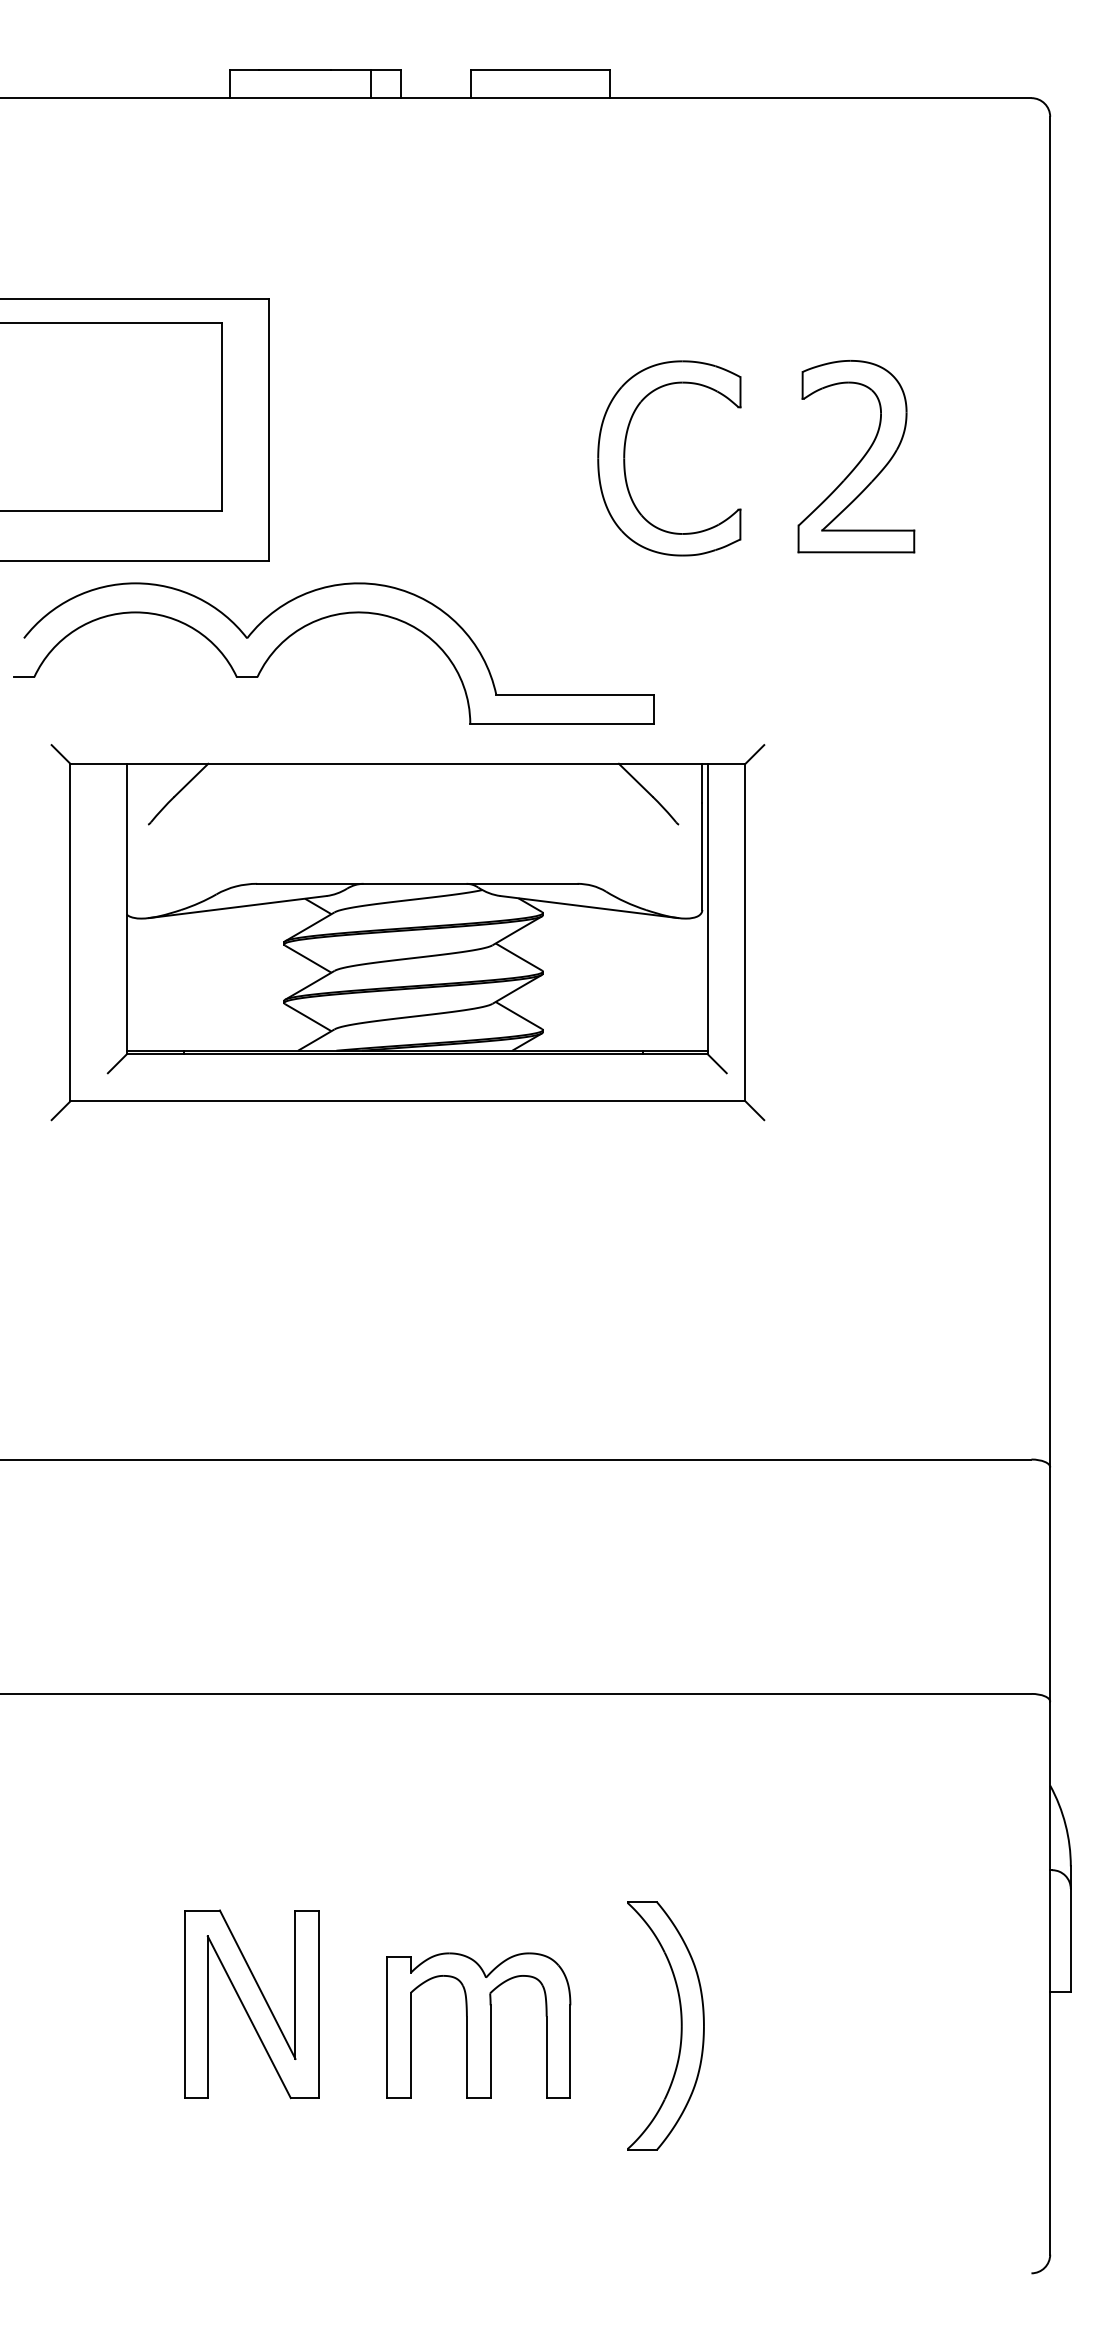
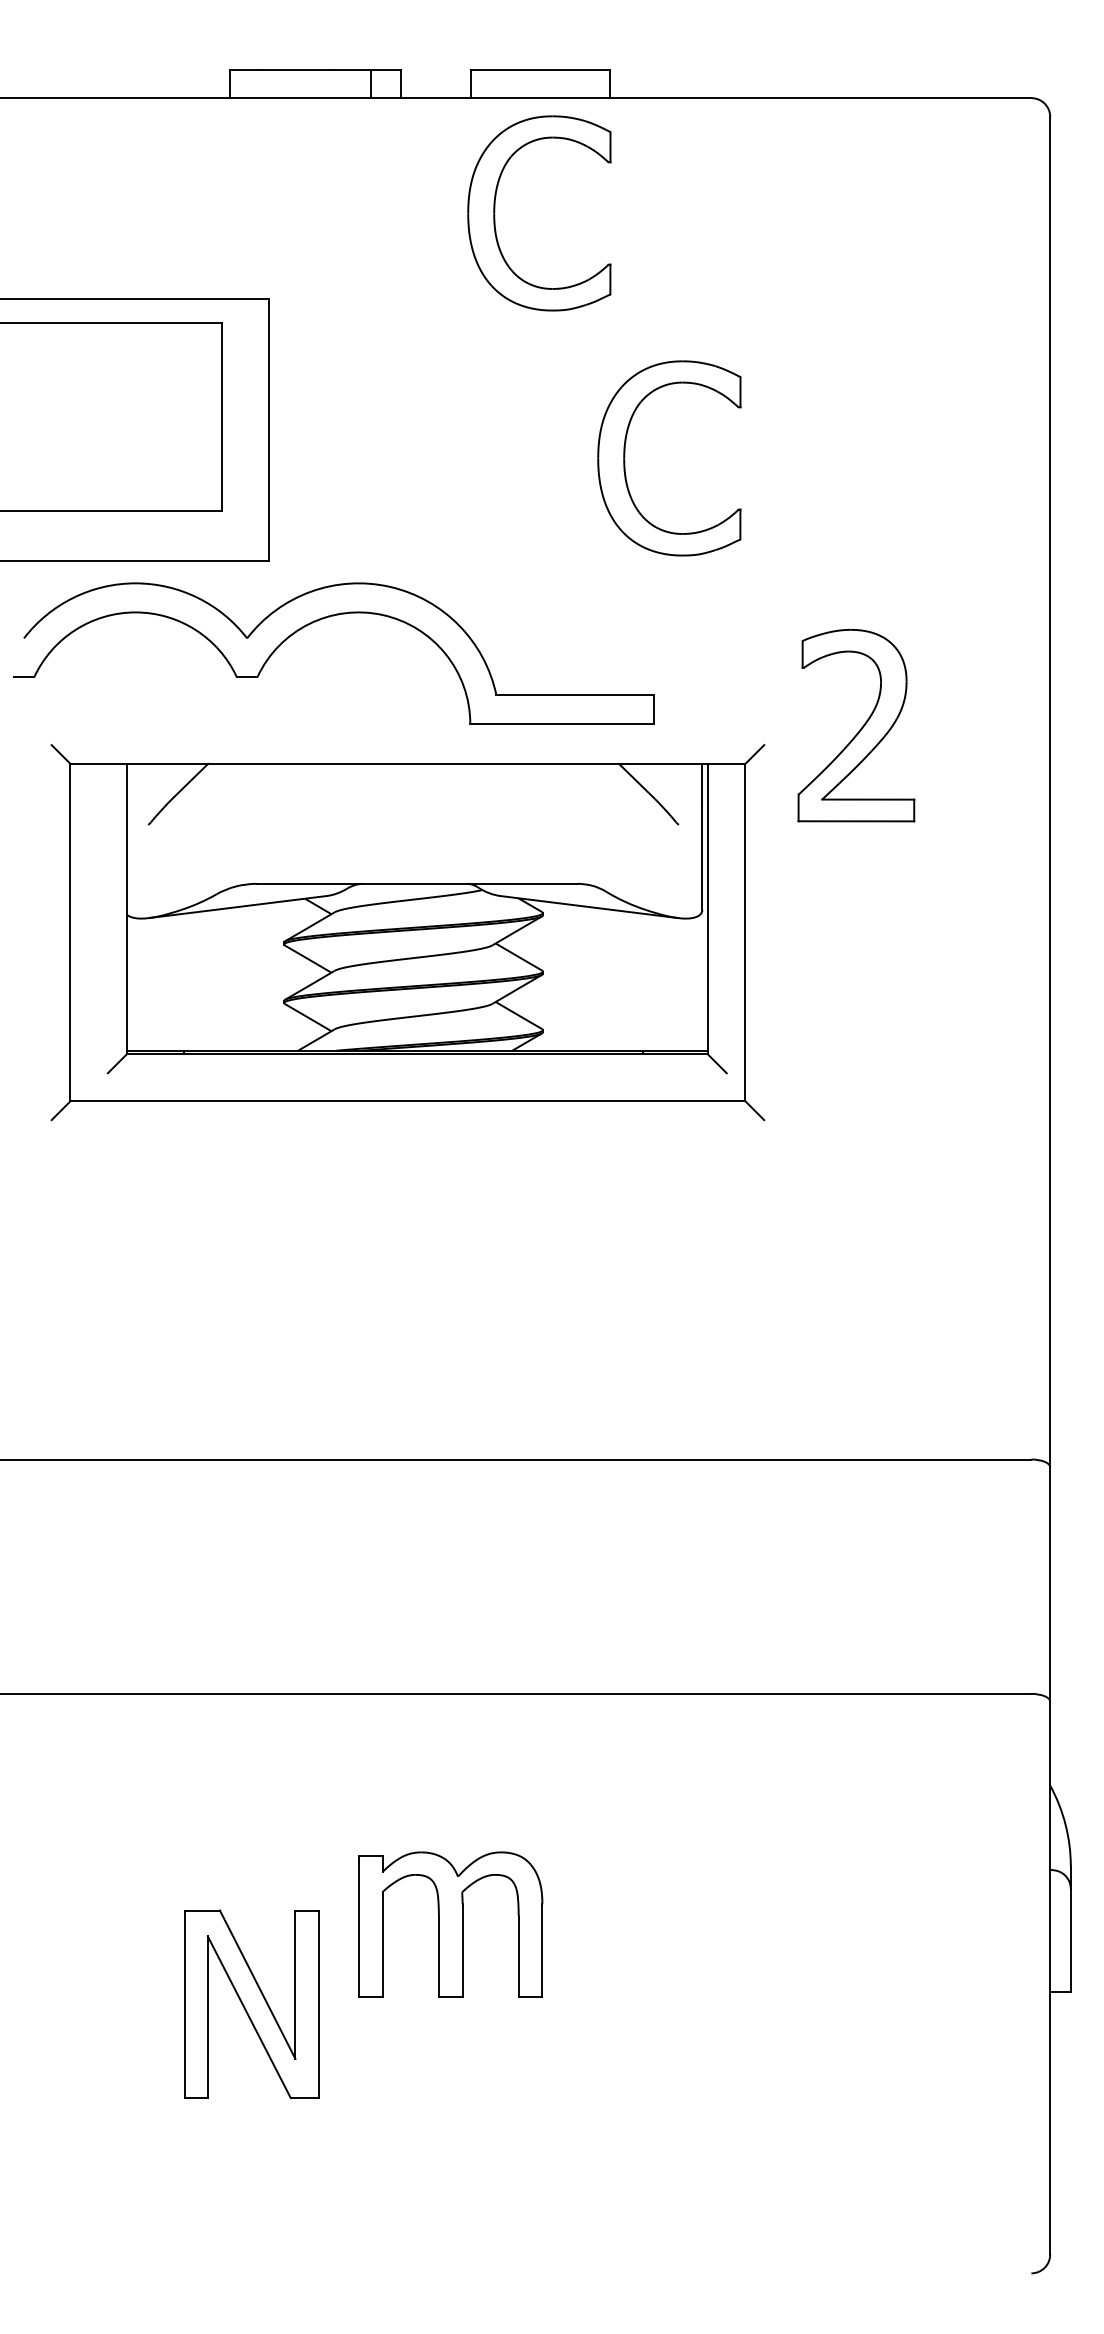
part at (495, 213): none -> present
part at (856, 456) position: (856, 456) -> (856, 725)
part at (478, 2025) position: (478, 2025) -> (450, 1924)
part at (680, 2025): present -> none
